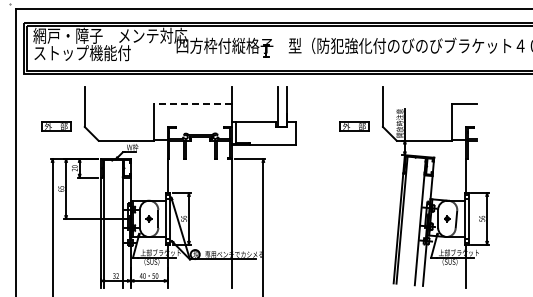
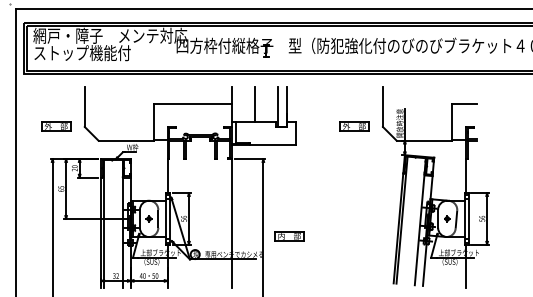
line at (192, 103): dashed -> solid
line at (254, 104): none -> present
part at (289, 236): none -> present
